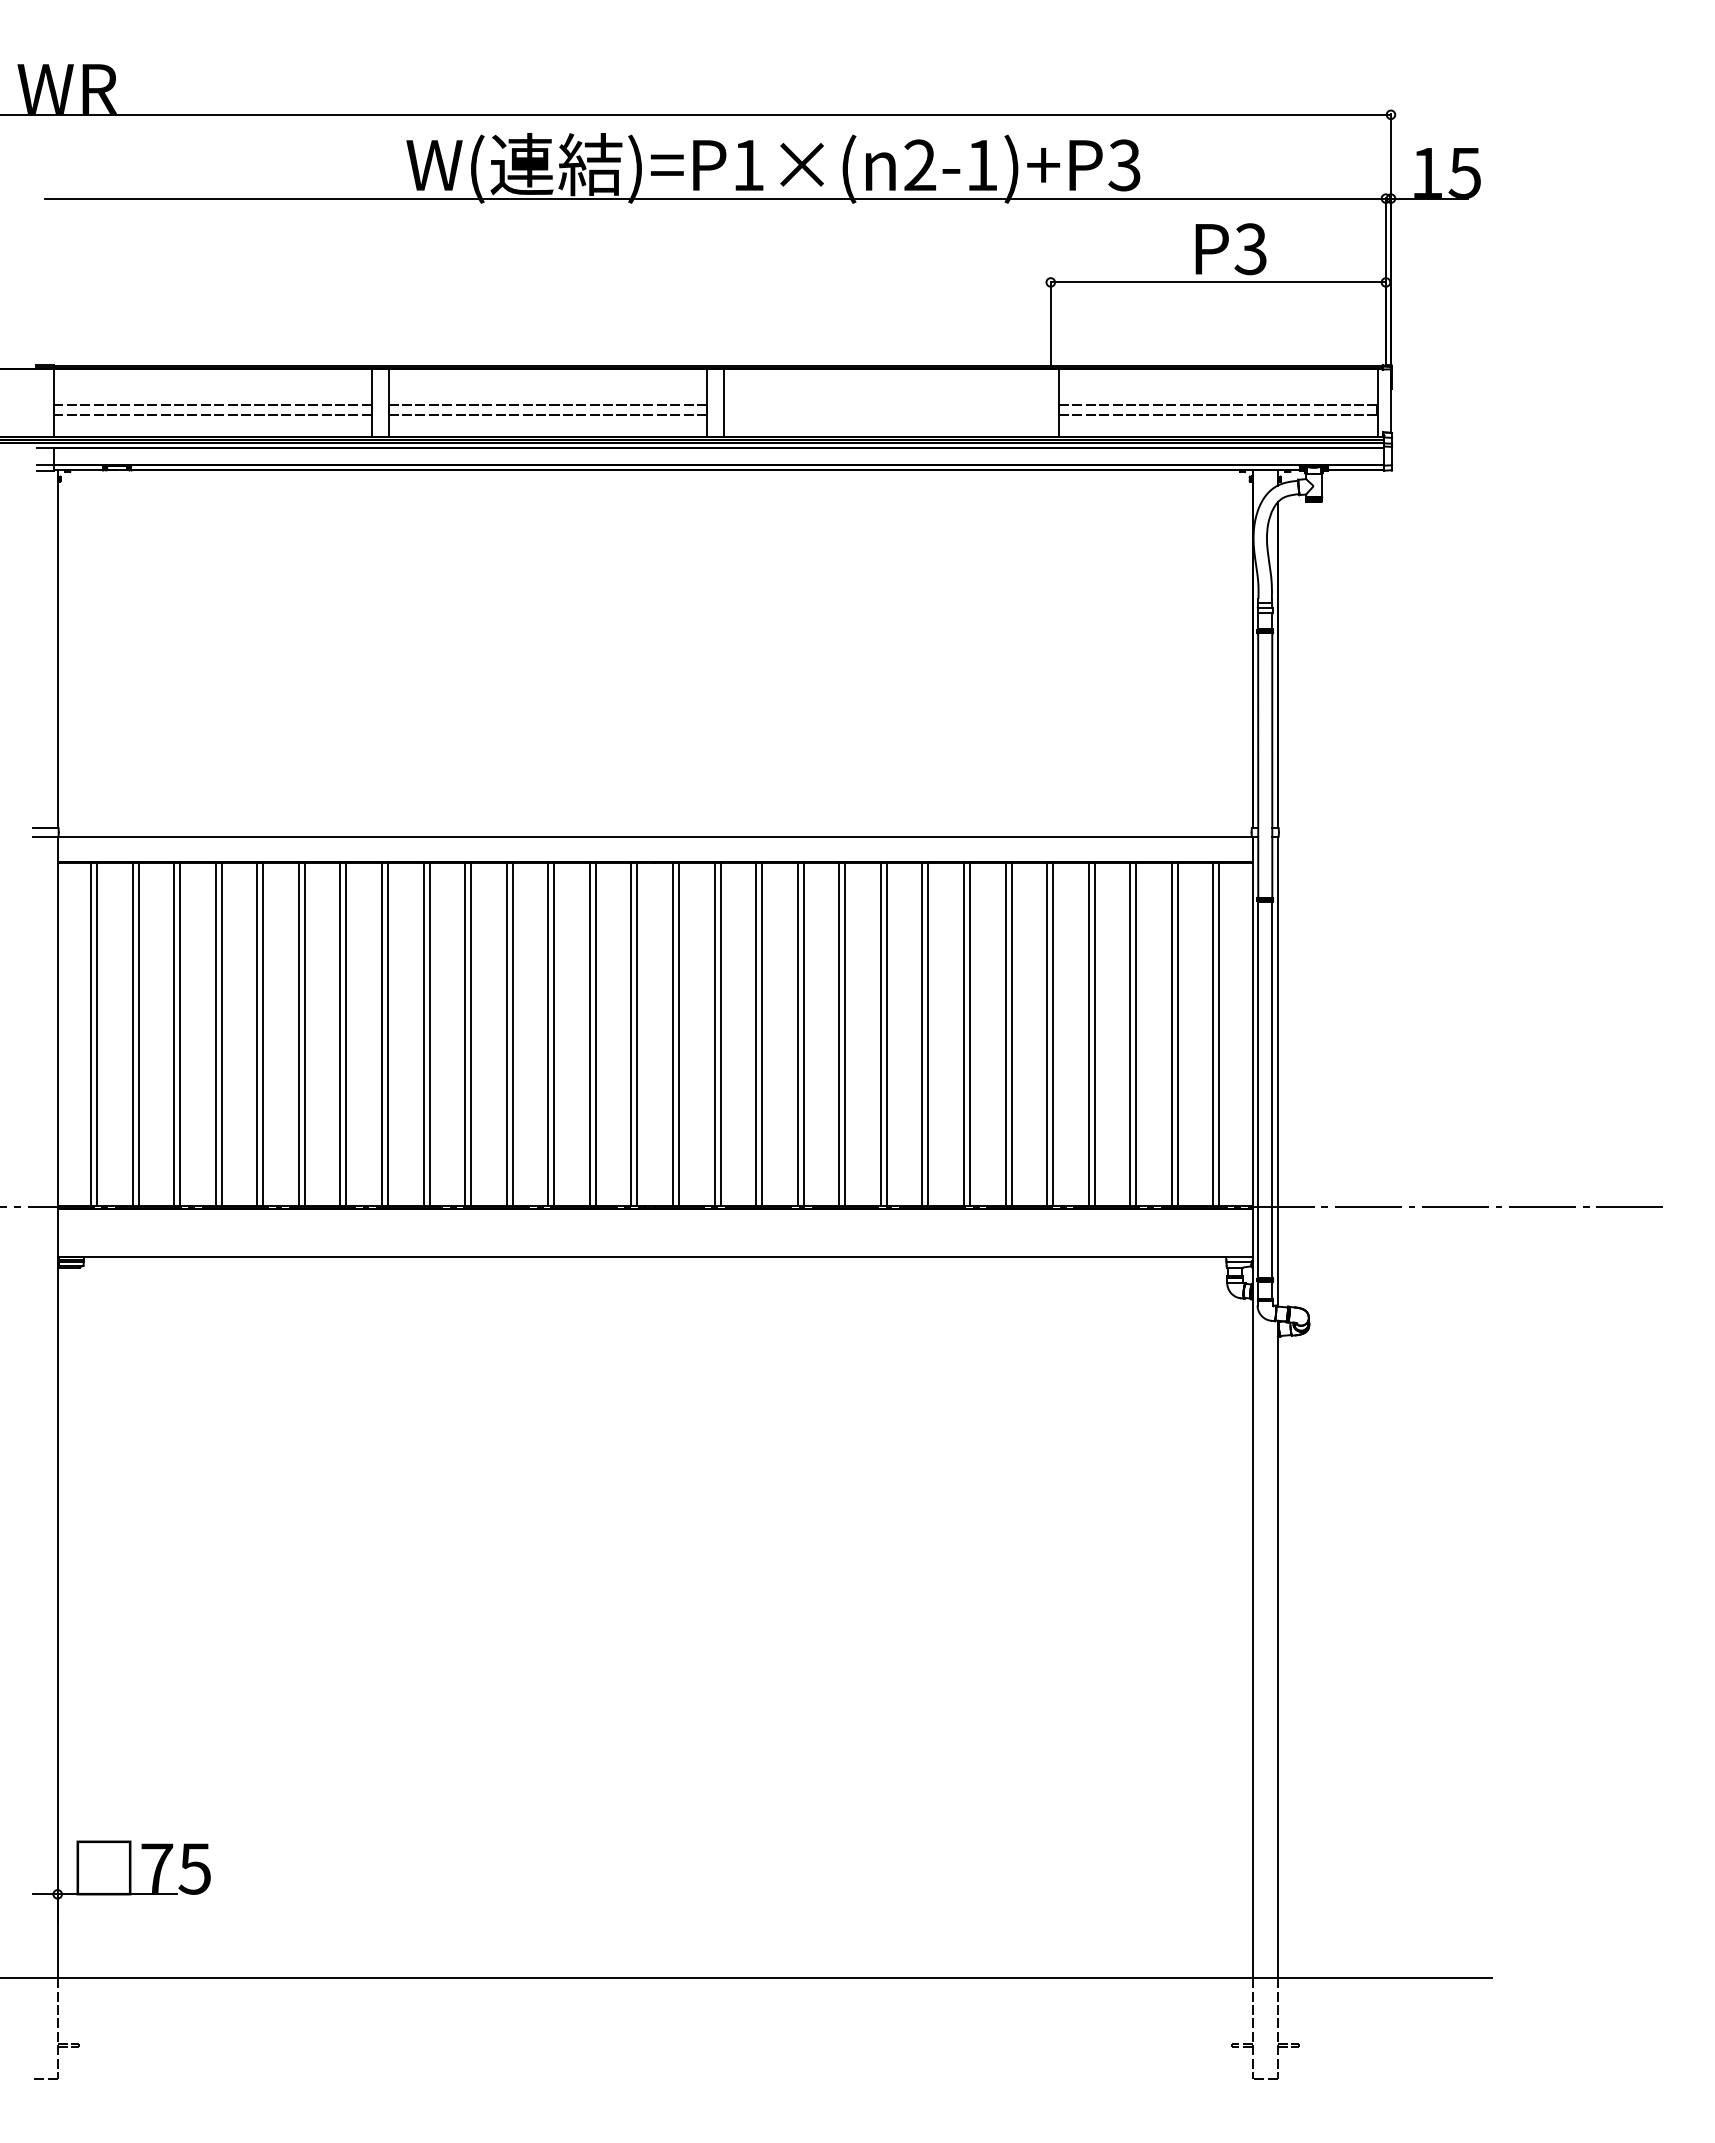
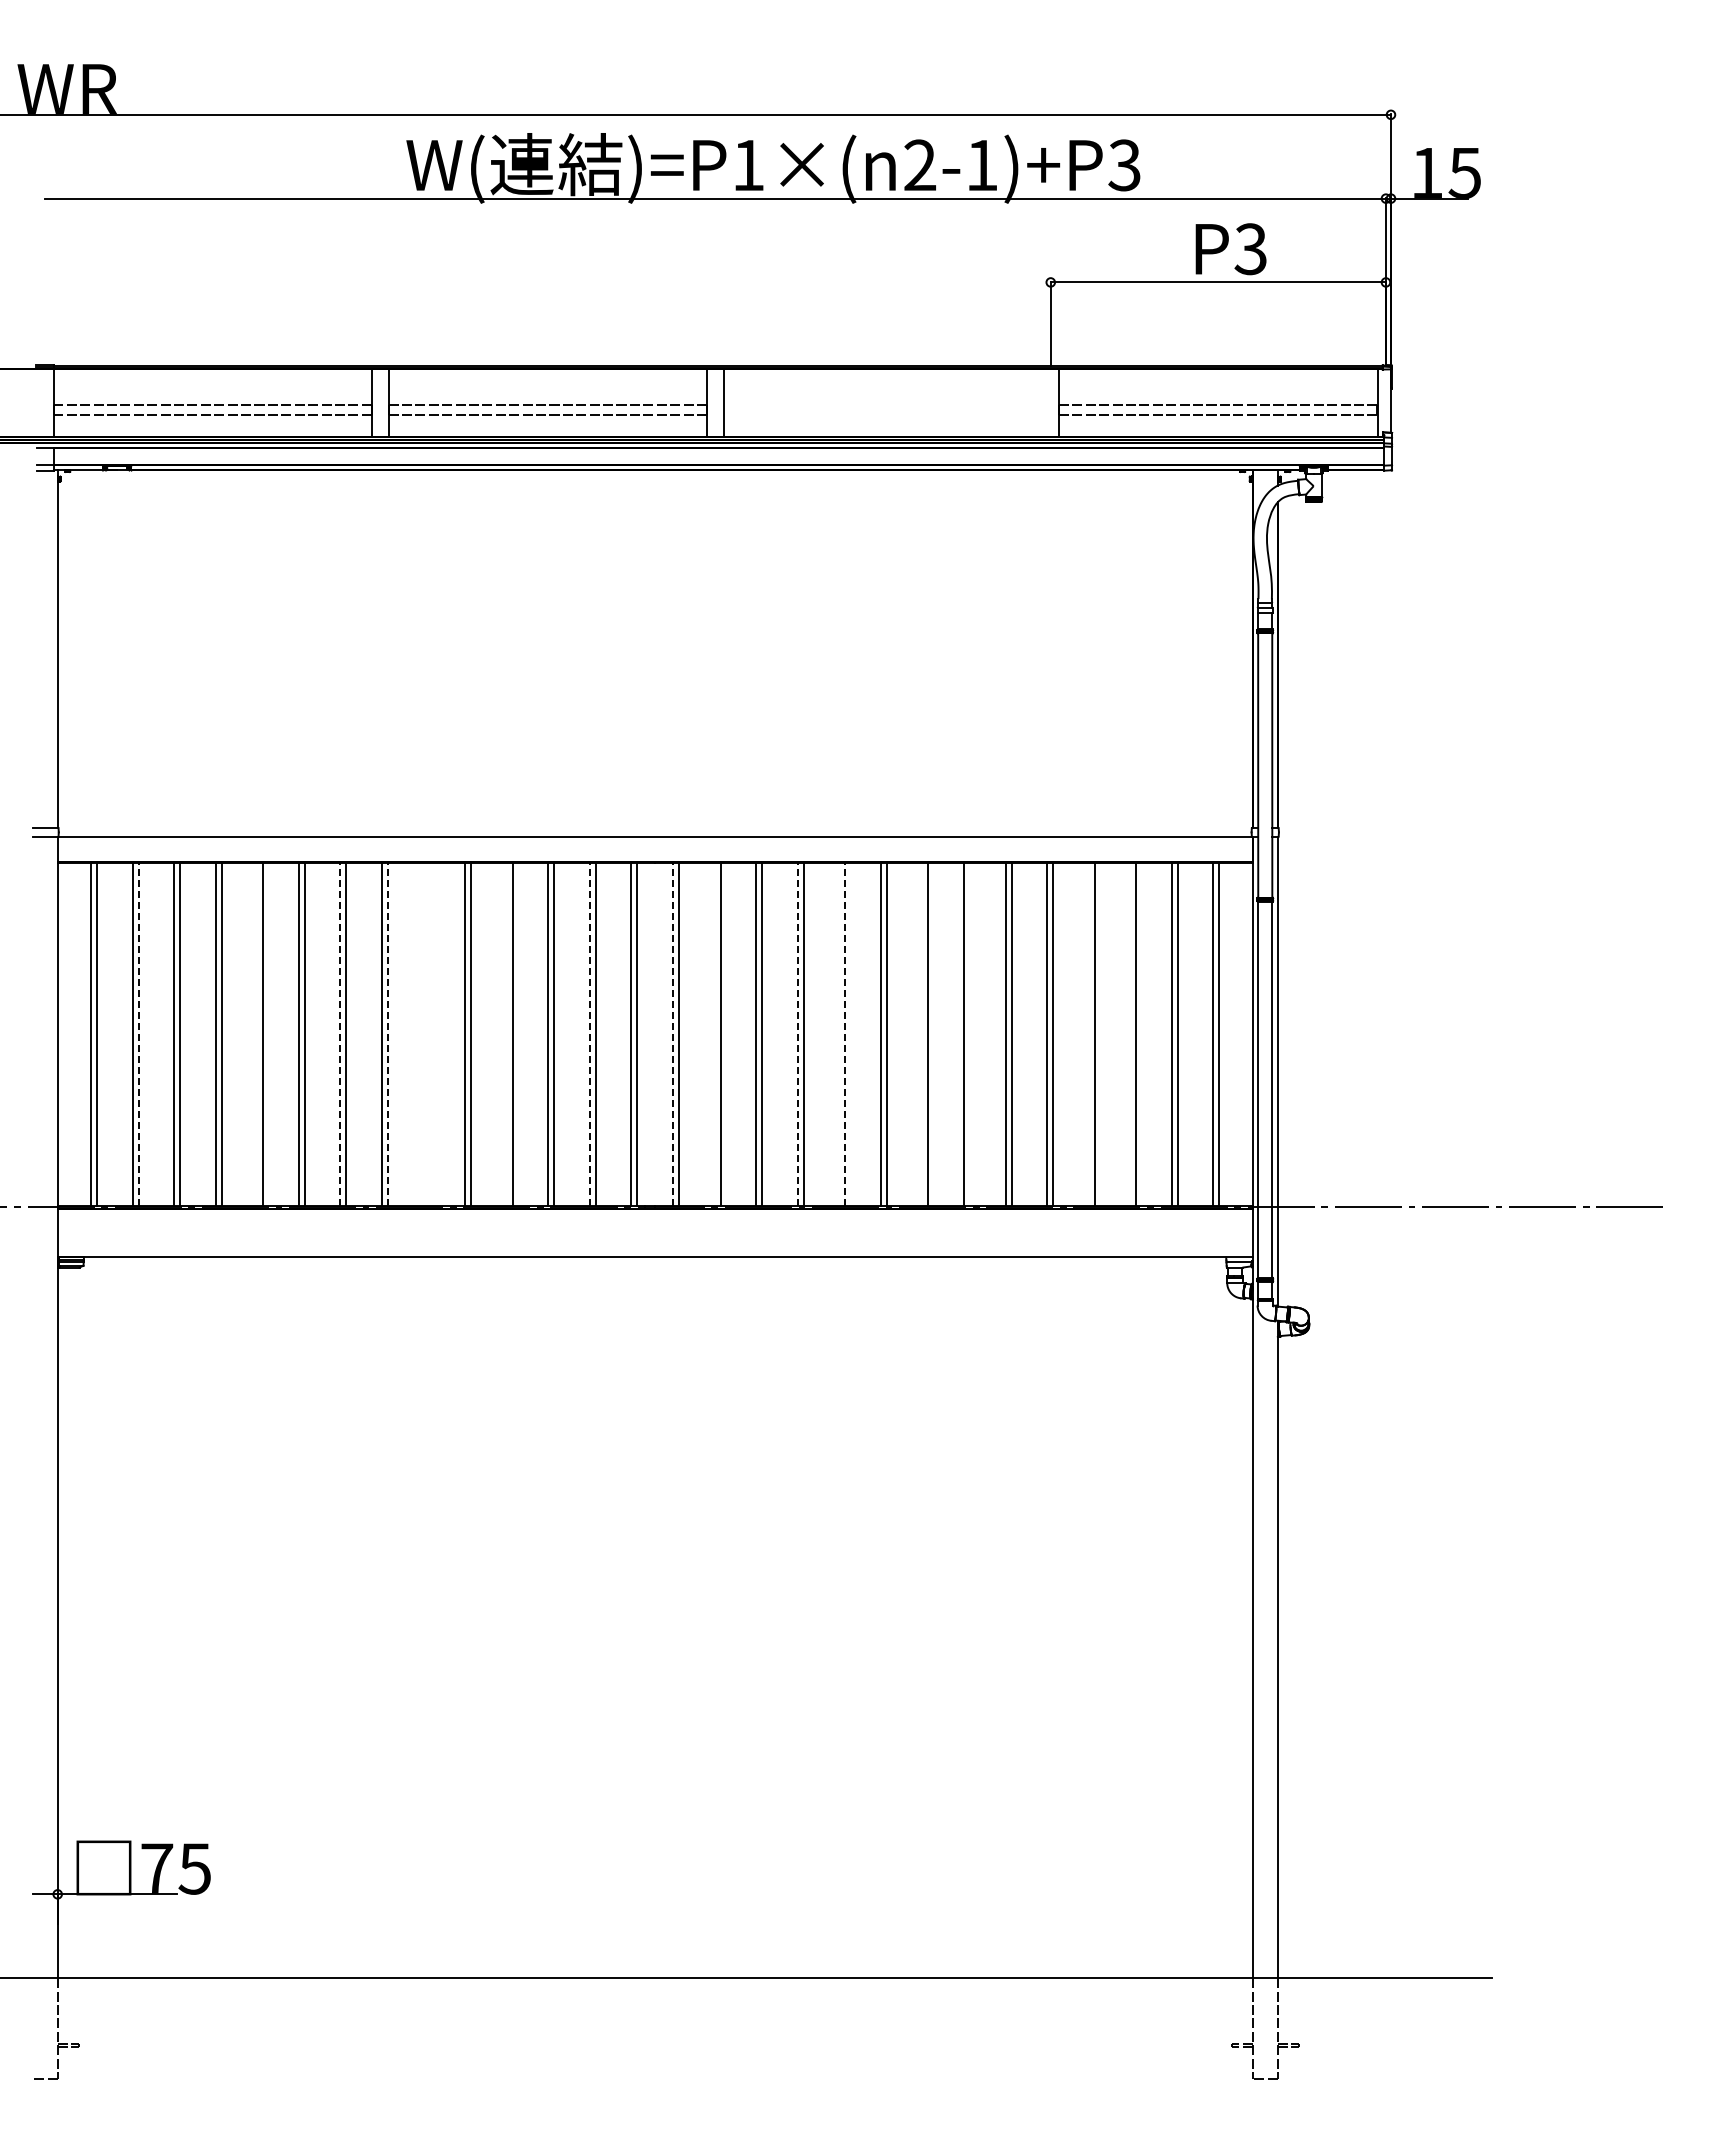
line at (138, 1034): solid -> dashed
line at (257, 1034): present -> none
line at (340, 1034): solid -> dashed
line at (388, 1034): solid -> dashed
line at (423, 1034): present -> none
line at (429, 1034): present -> none
line at (506, 1034): present -> none
line at (589, 1034): solid -> dashed
line at (672, 1034): solid -> dashed
line at (714, 1034): present -> none
line at (797, 1034): solid -> dashed
line at (839, 1034): present -> none
line at (845, 1034): solid -> dashed
line at (922, 1034): present -> none
line at (969, 1034): present -> none
line at (1088, 1034): present -> none
line at (1130, 1034): present -> none
